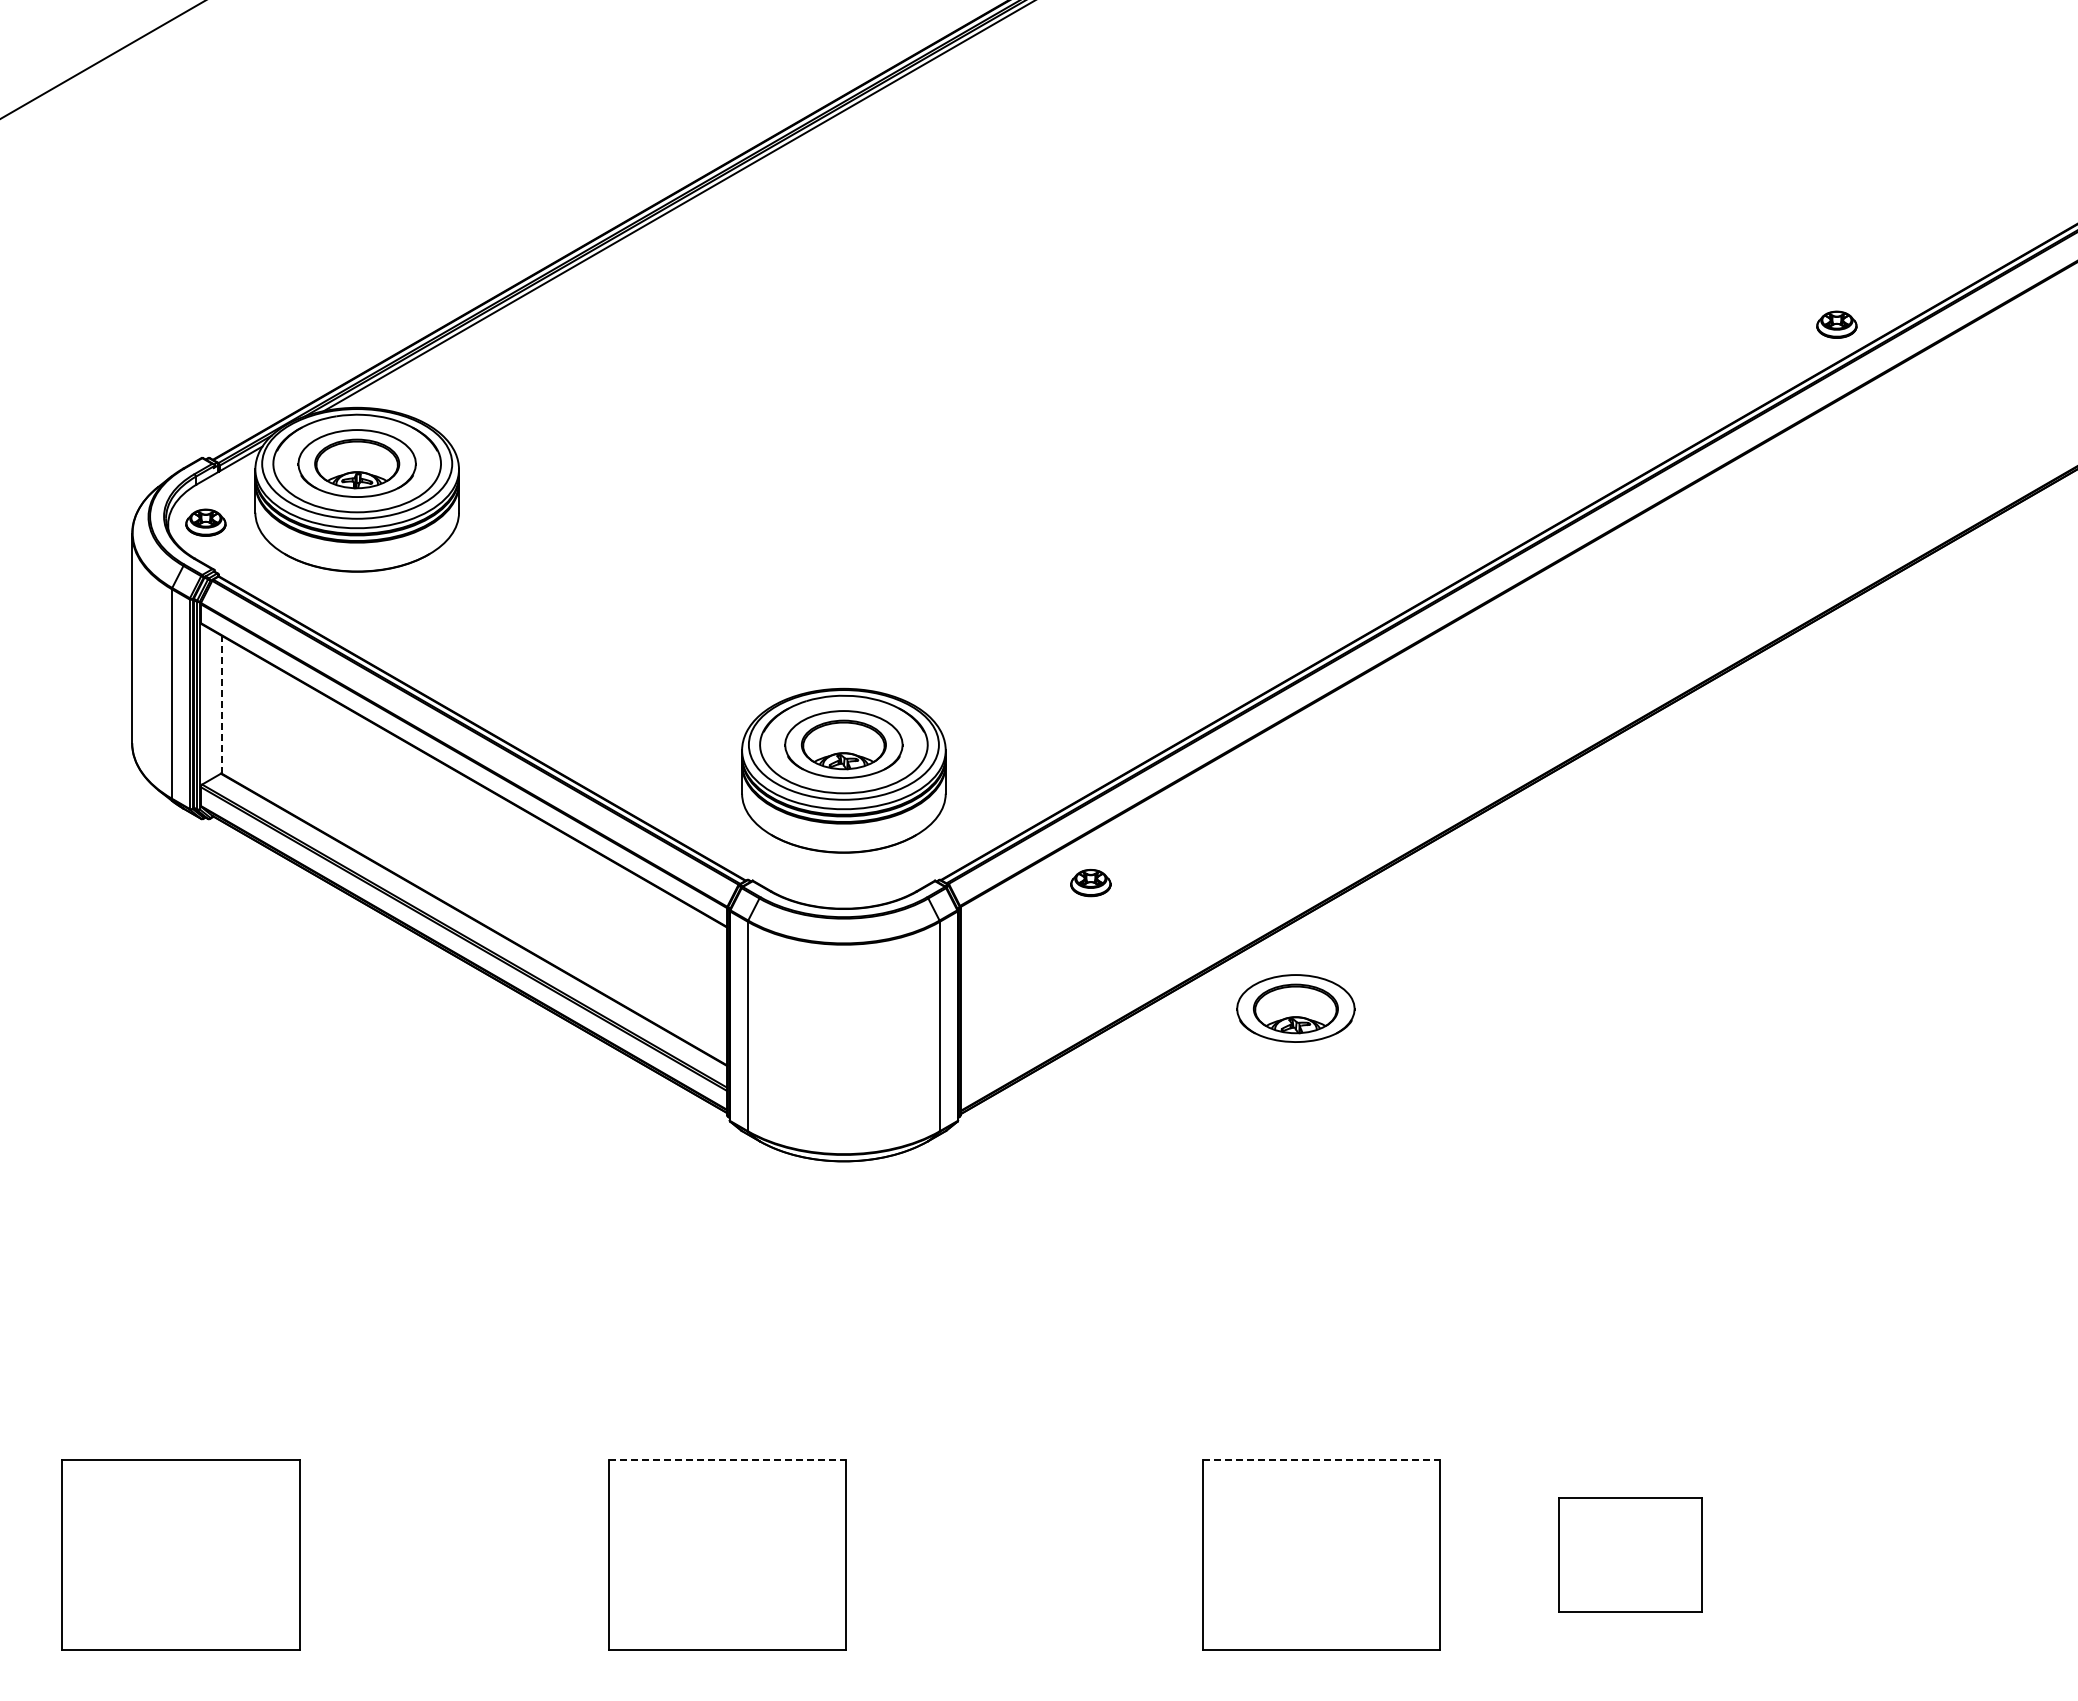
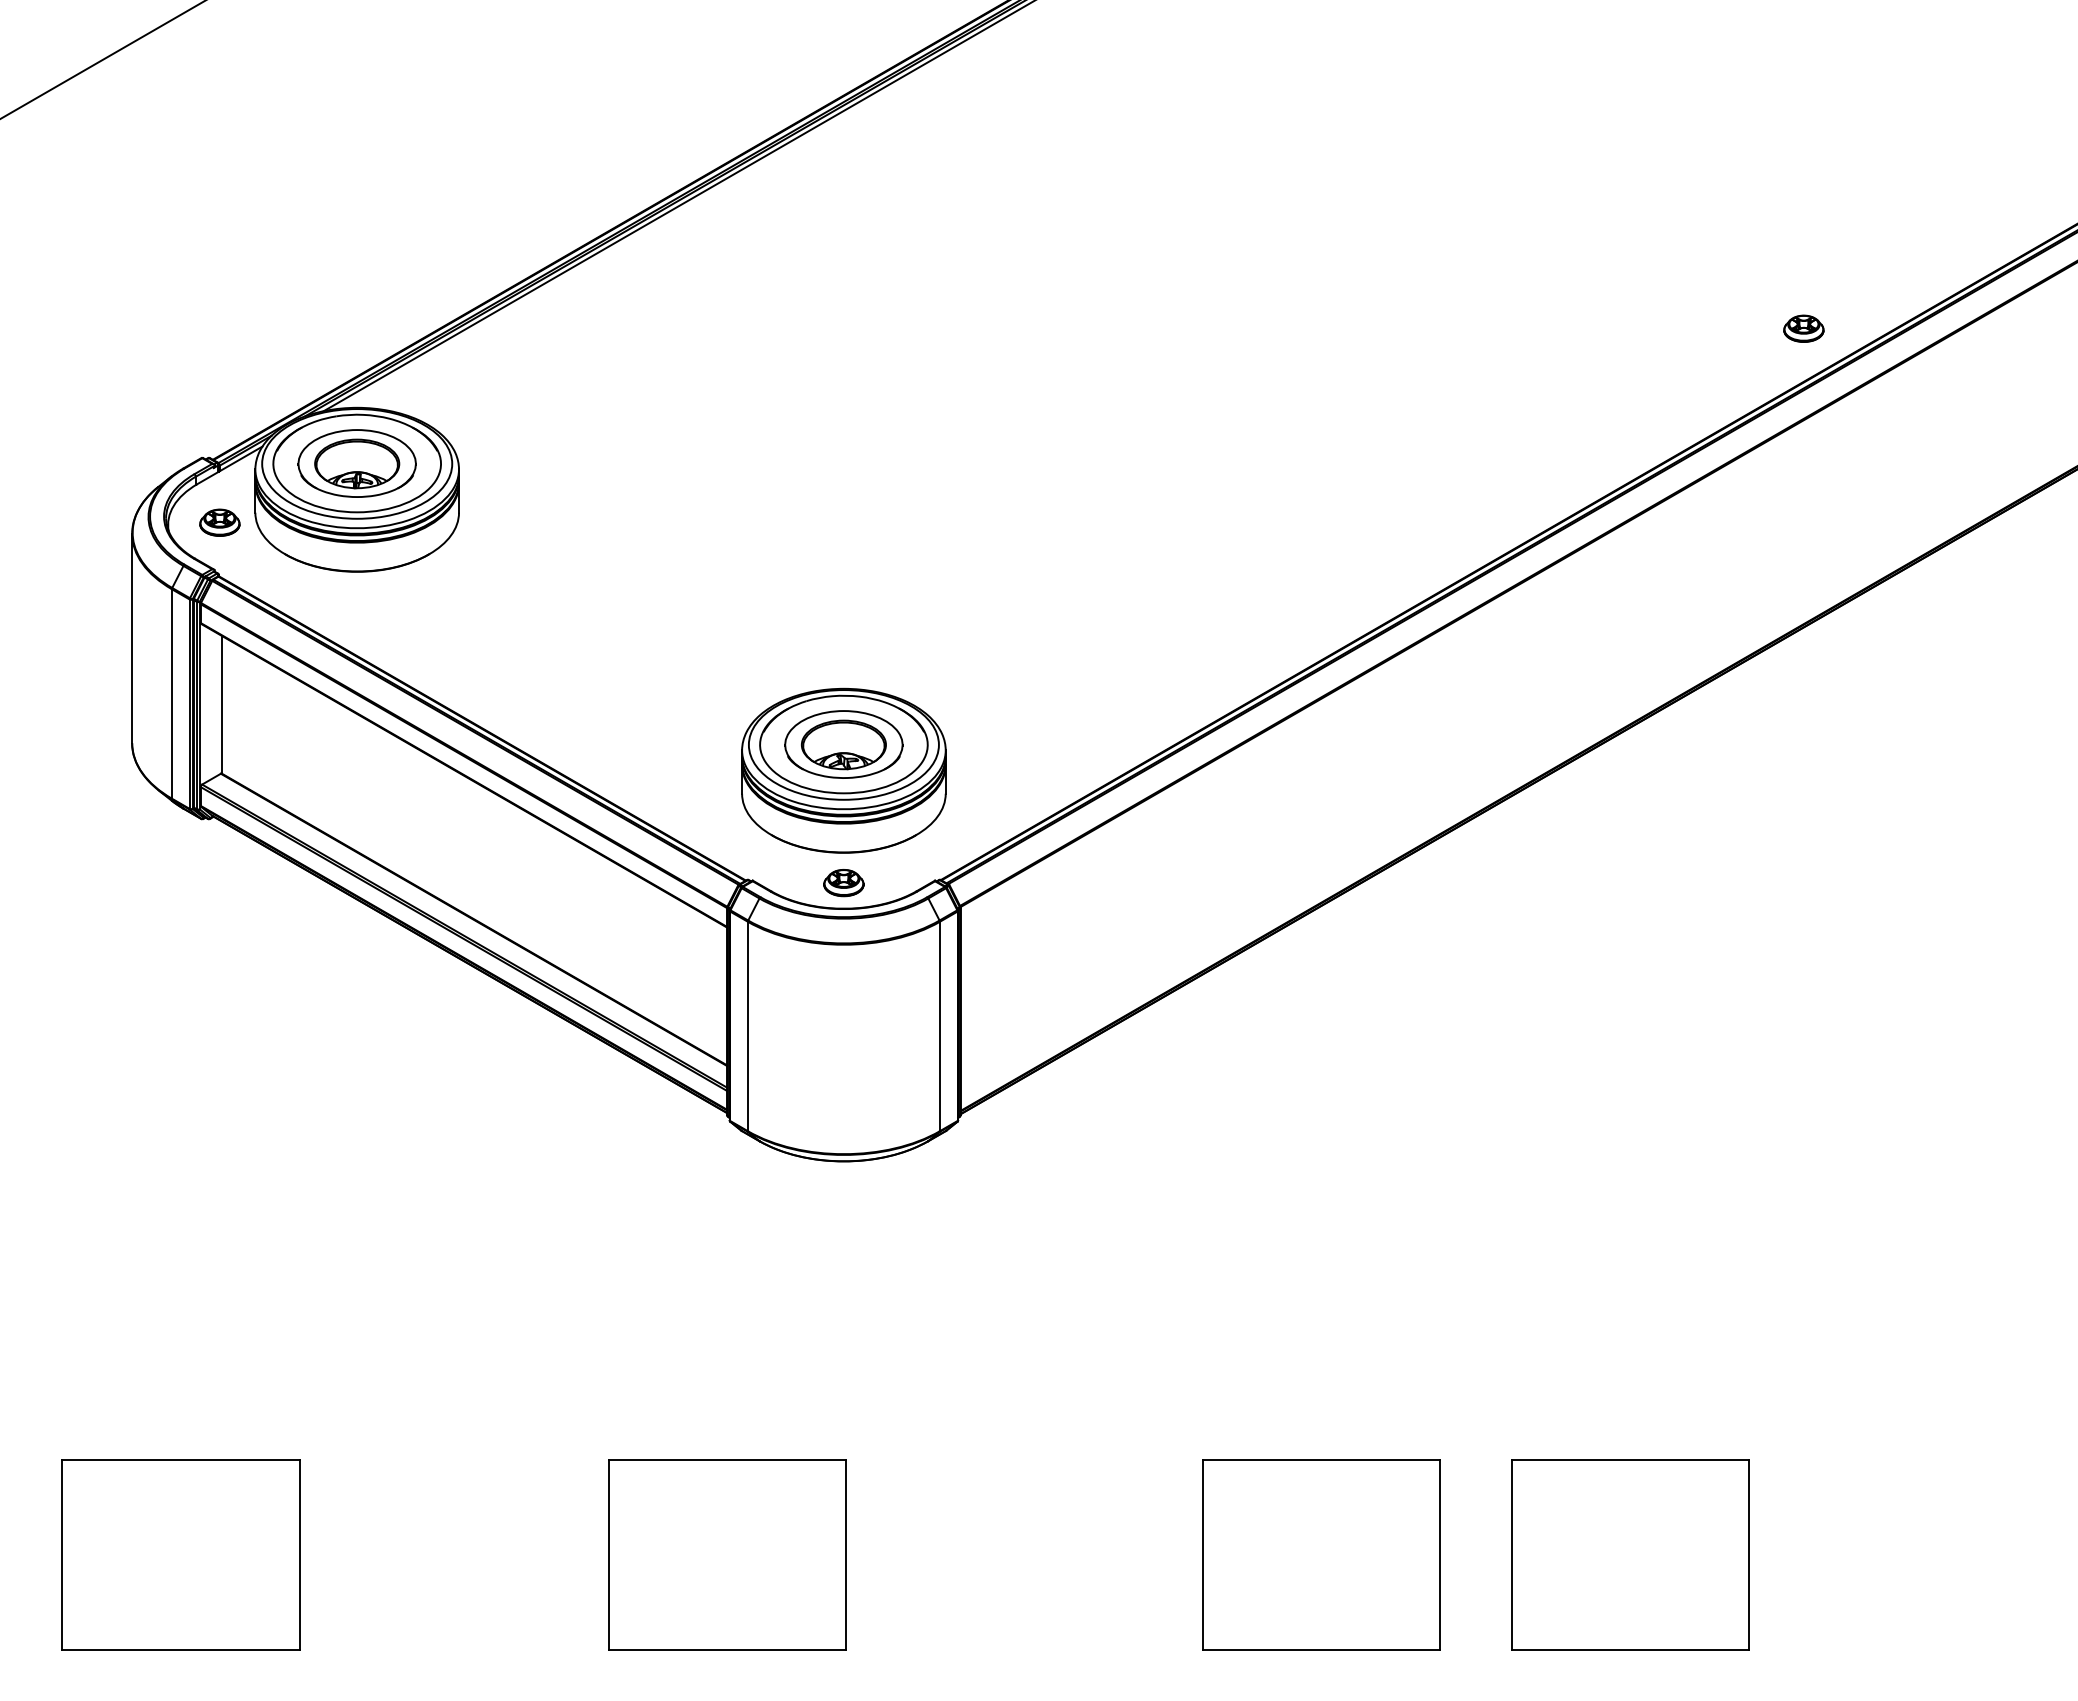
part at (1836, 324) position: (1836, 324) -> (1803, 328)
part at (205, 522) position: (205, 522) -> (219, 522)
line at (222, 705): dashed -> solid
part at (1090, 883) position: (1090, 883) -> (843, 883)
part at (1295, 1008): present -> none
line at (727, 1459): dashed -> solid
line at (1321, 1459): dashed -> solid
part at (1630, 1554) size: 145x116 px -> 239x192 px
